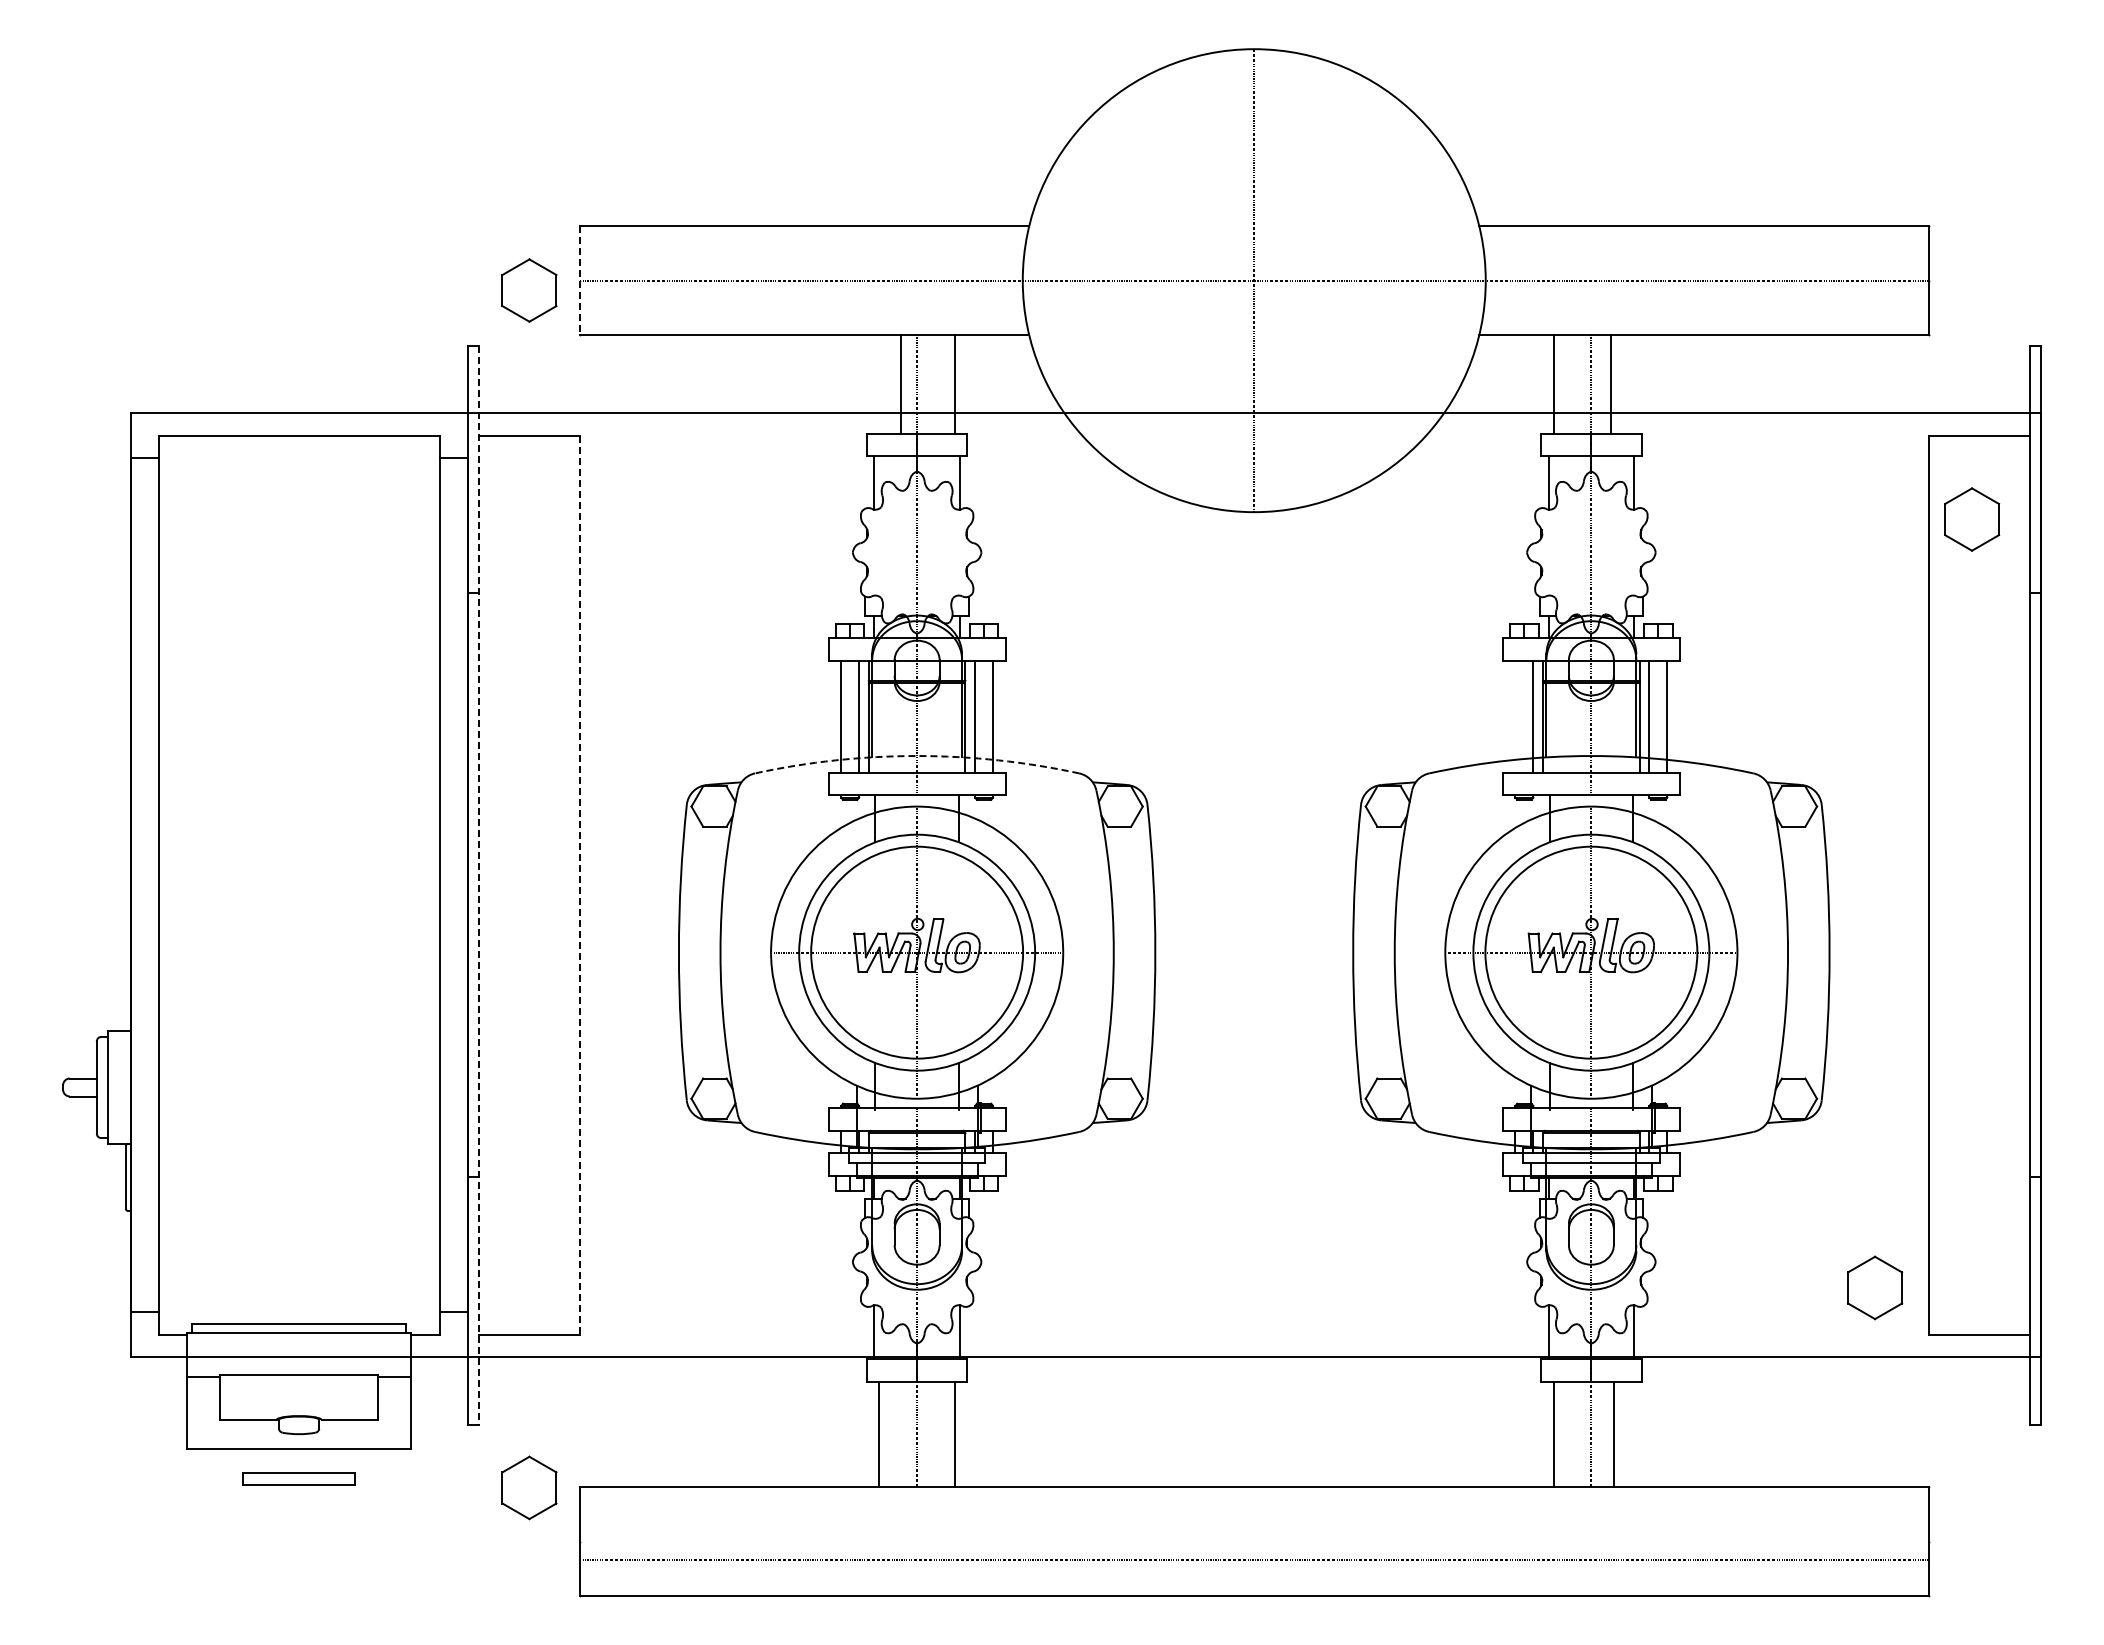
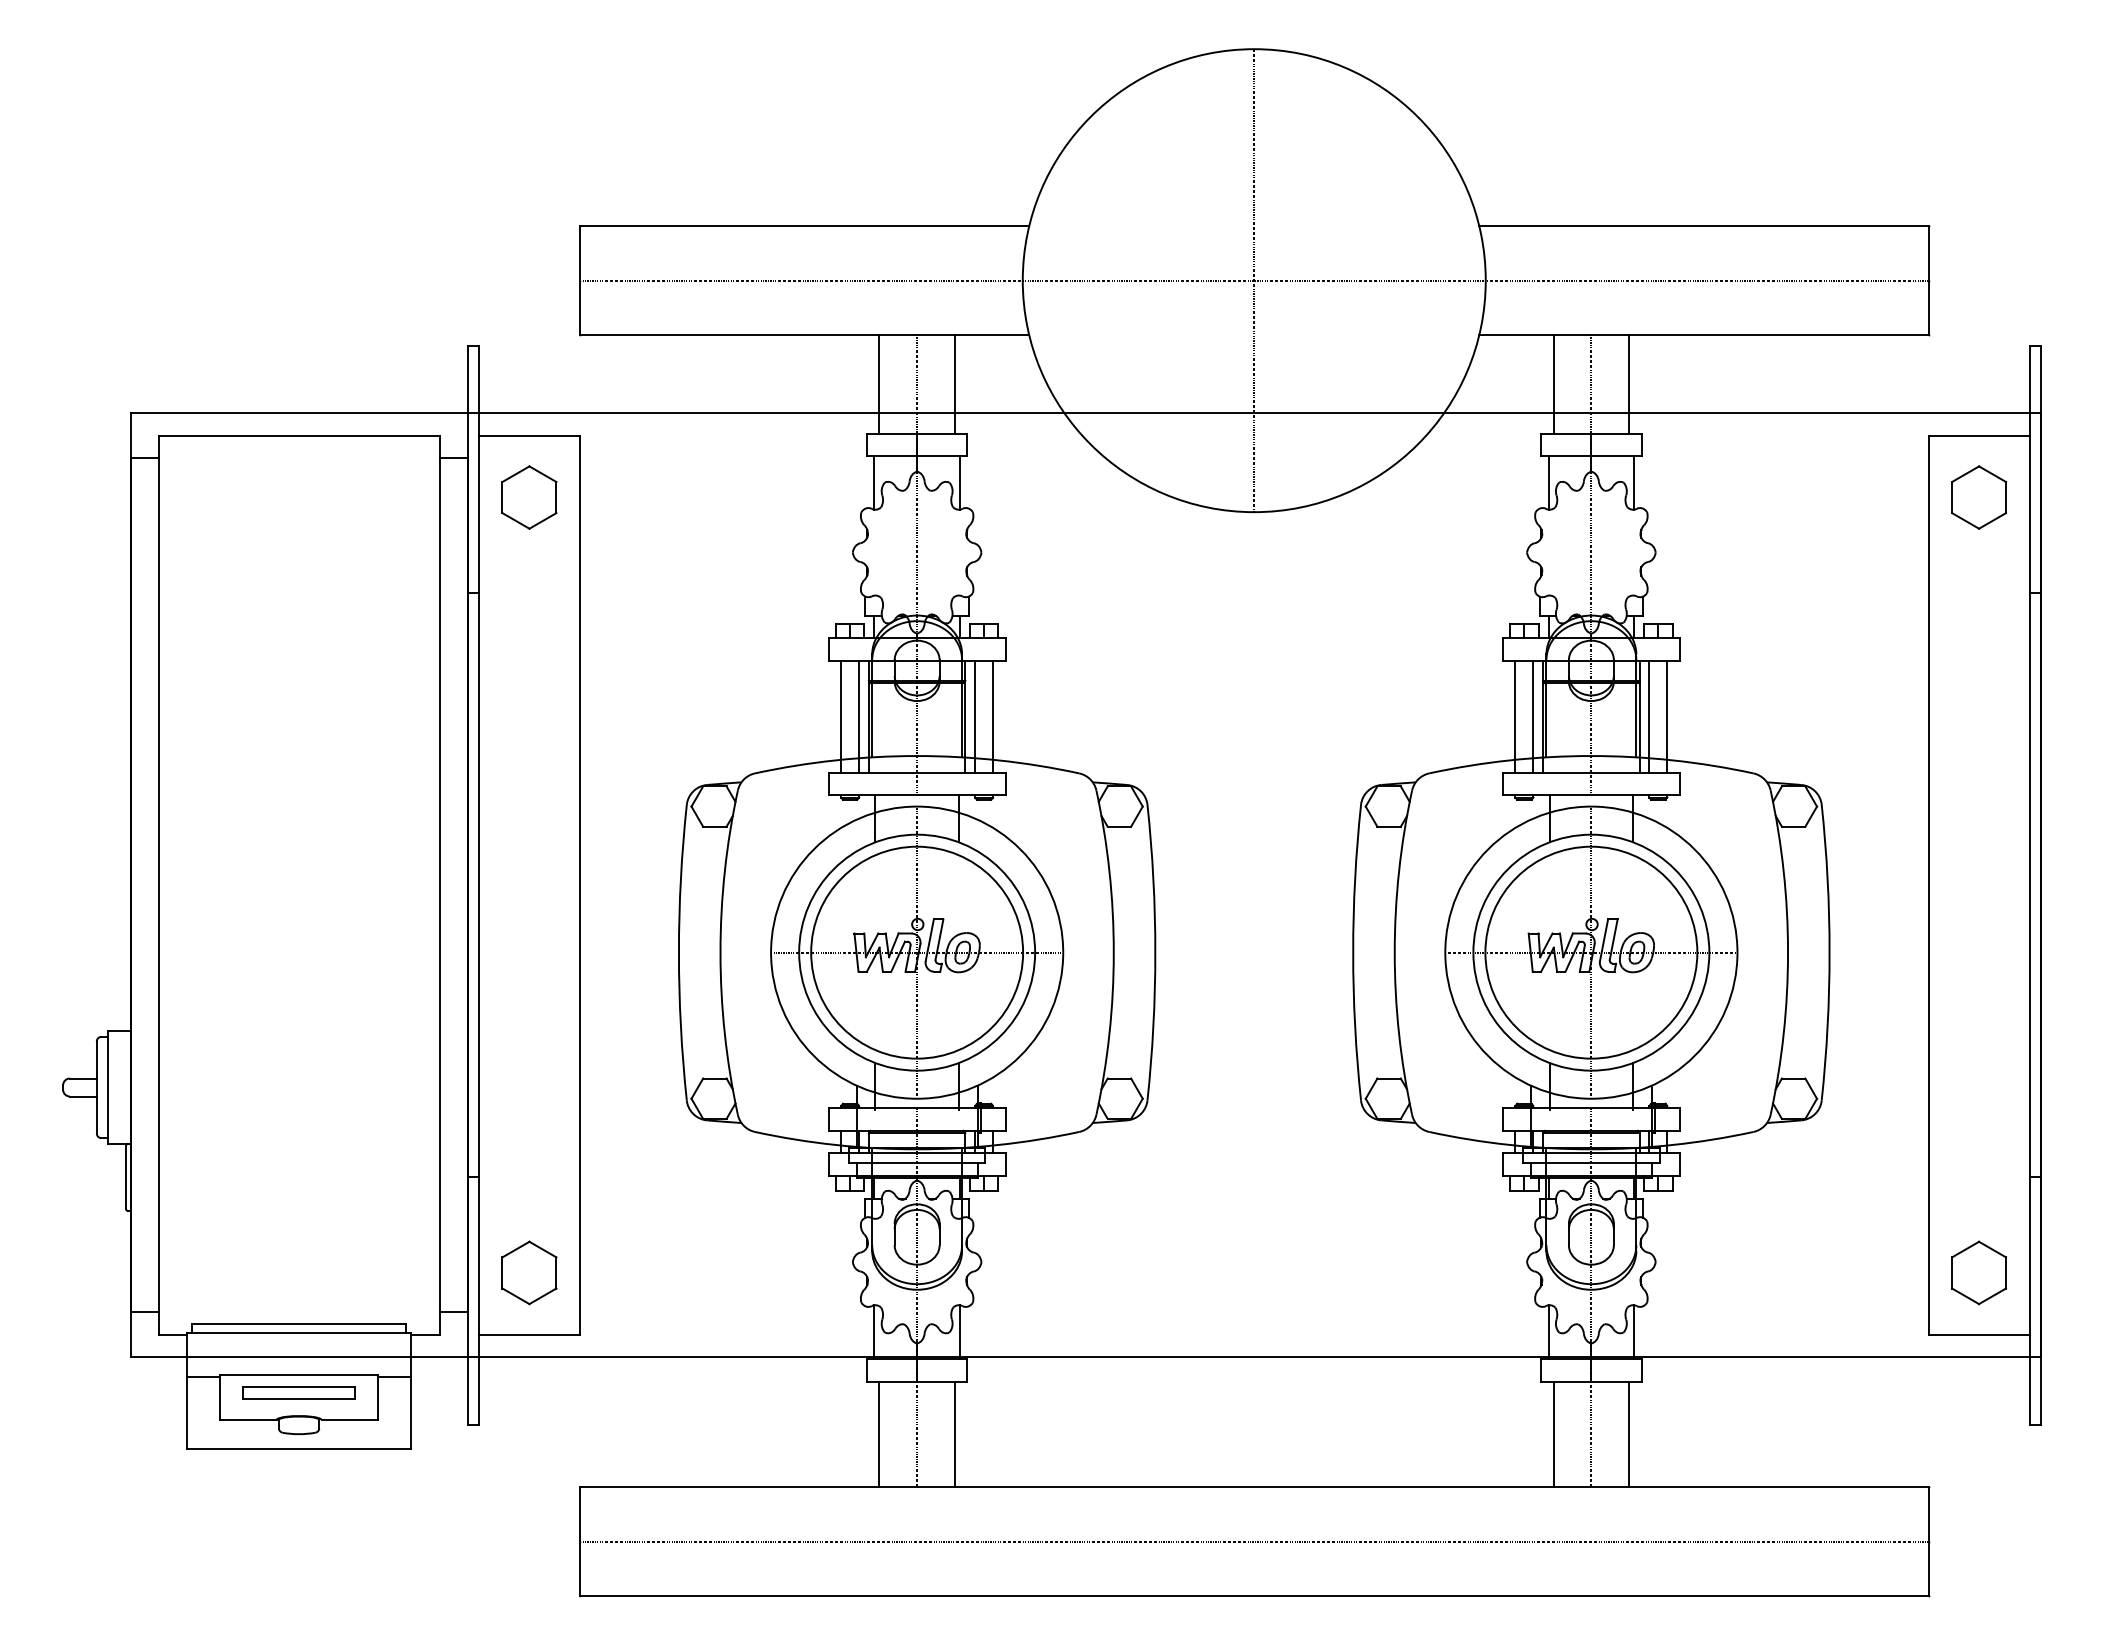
line at (580, 281): dashed -> solid
part at (529, 290) position: (529, 290) -> (529, 497)
line at (901, 383) position: (901, 383) -> (879, 383)
line at (1611, 383) position: (1611, 383) -> (1629, 383)
part at (1972, 519) position: (1972, 519) -> (1979, 497)
line at (1515, 716): none -> present
arc at (917, 756): dashed -> solid
line at (478, 885): dashed -> solid
line at (580, 885): dashed -> solid
part at (1875, 1287) position: (1875, 1287) -> (1979, 1272)
line at (1614, 1434) position: (1614, 1434) -> (1629, 1434)
part at (298, 1478) position: (298, 1478) -> (298, 1392)
part at (529, 1487) position: (529, 1487) -> (529, 1272)
line at (1254, 1559) position: (1254, 1559) -> (1254, 1541)
